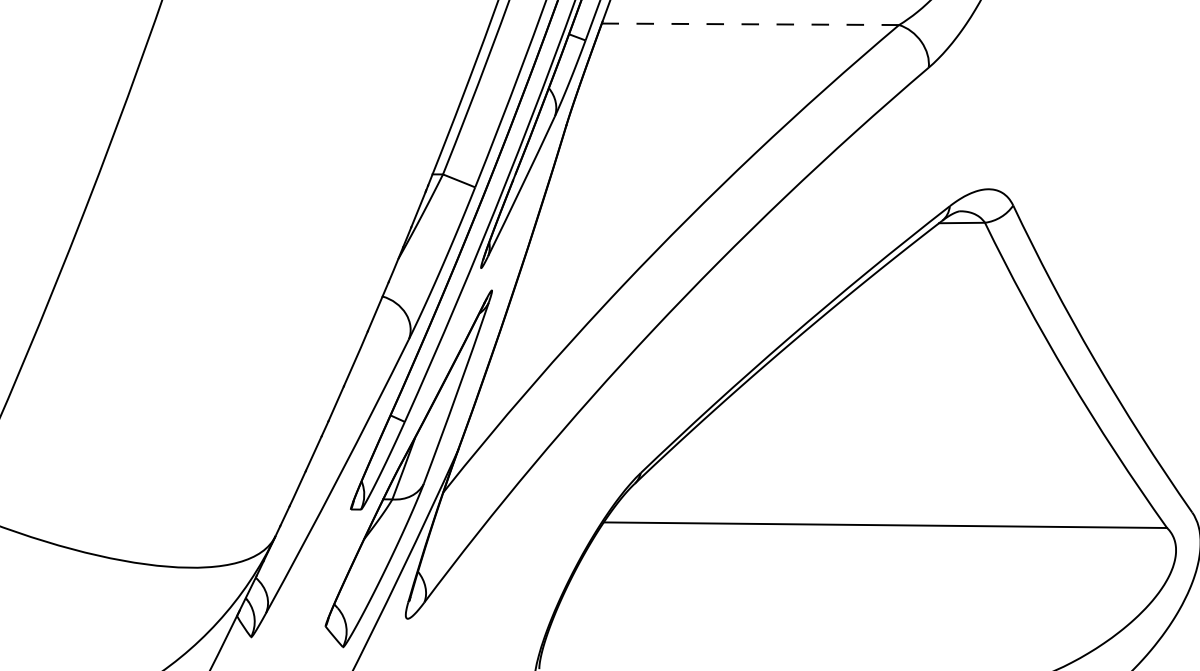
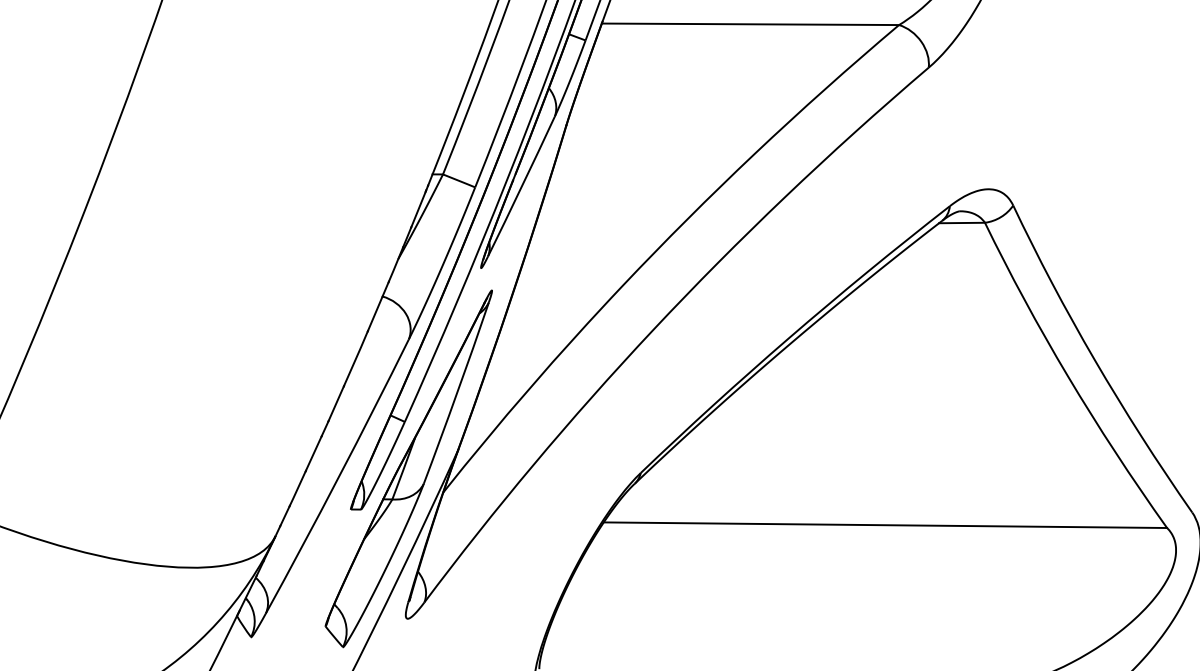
line at (750, 24): dashed -> solid
